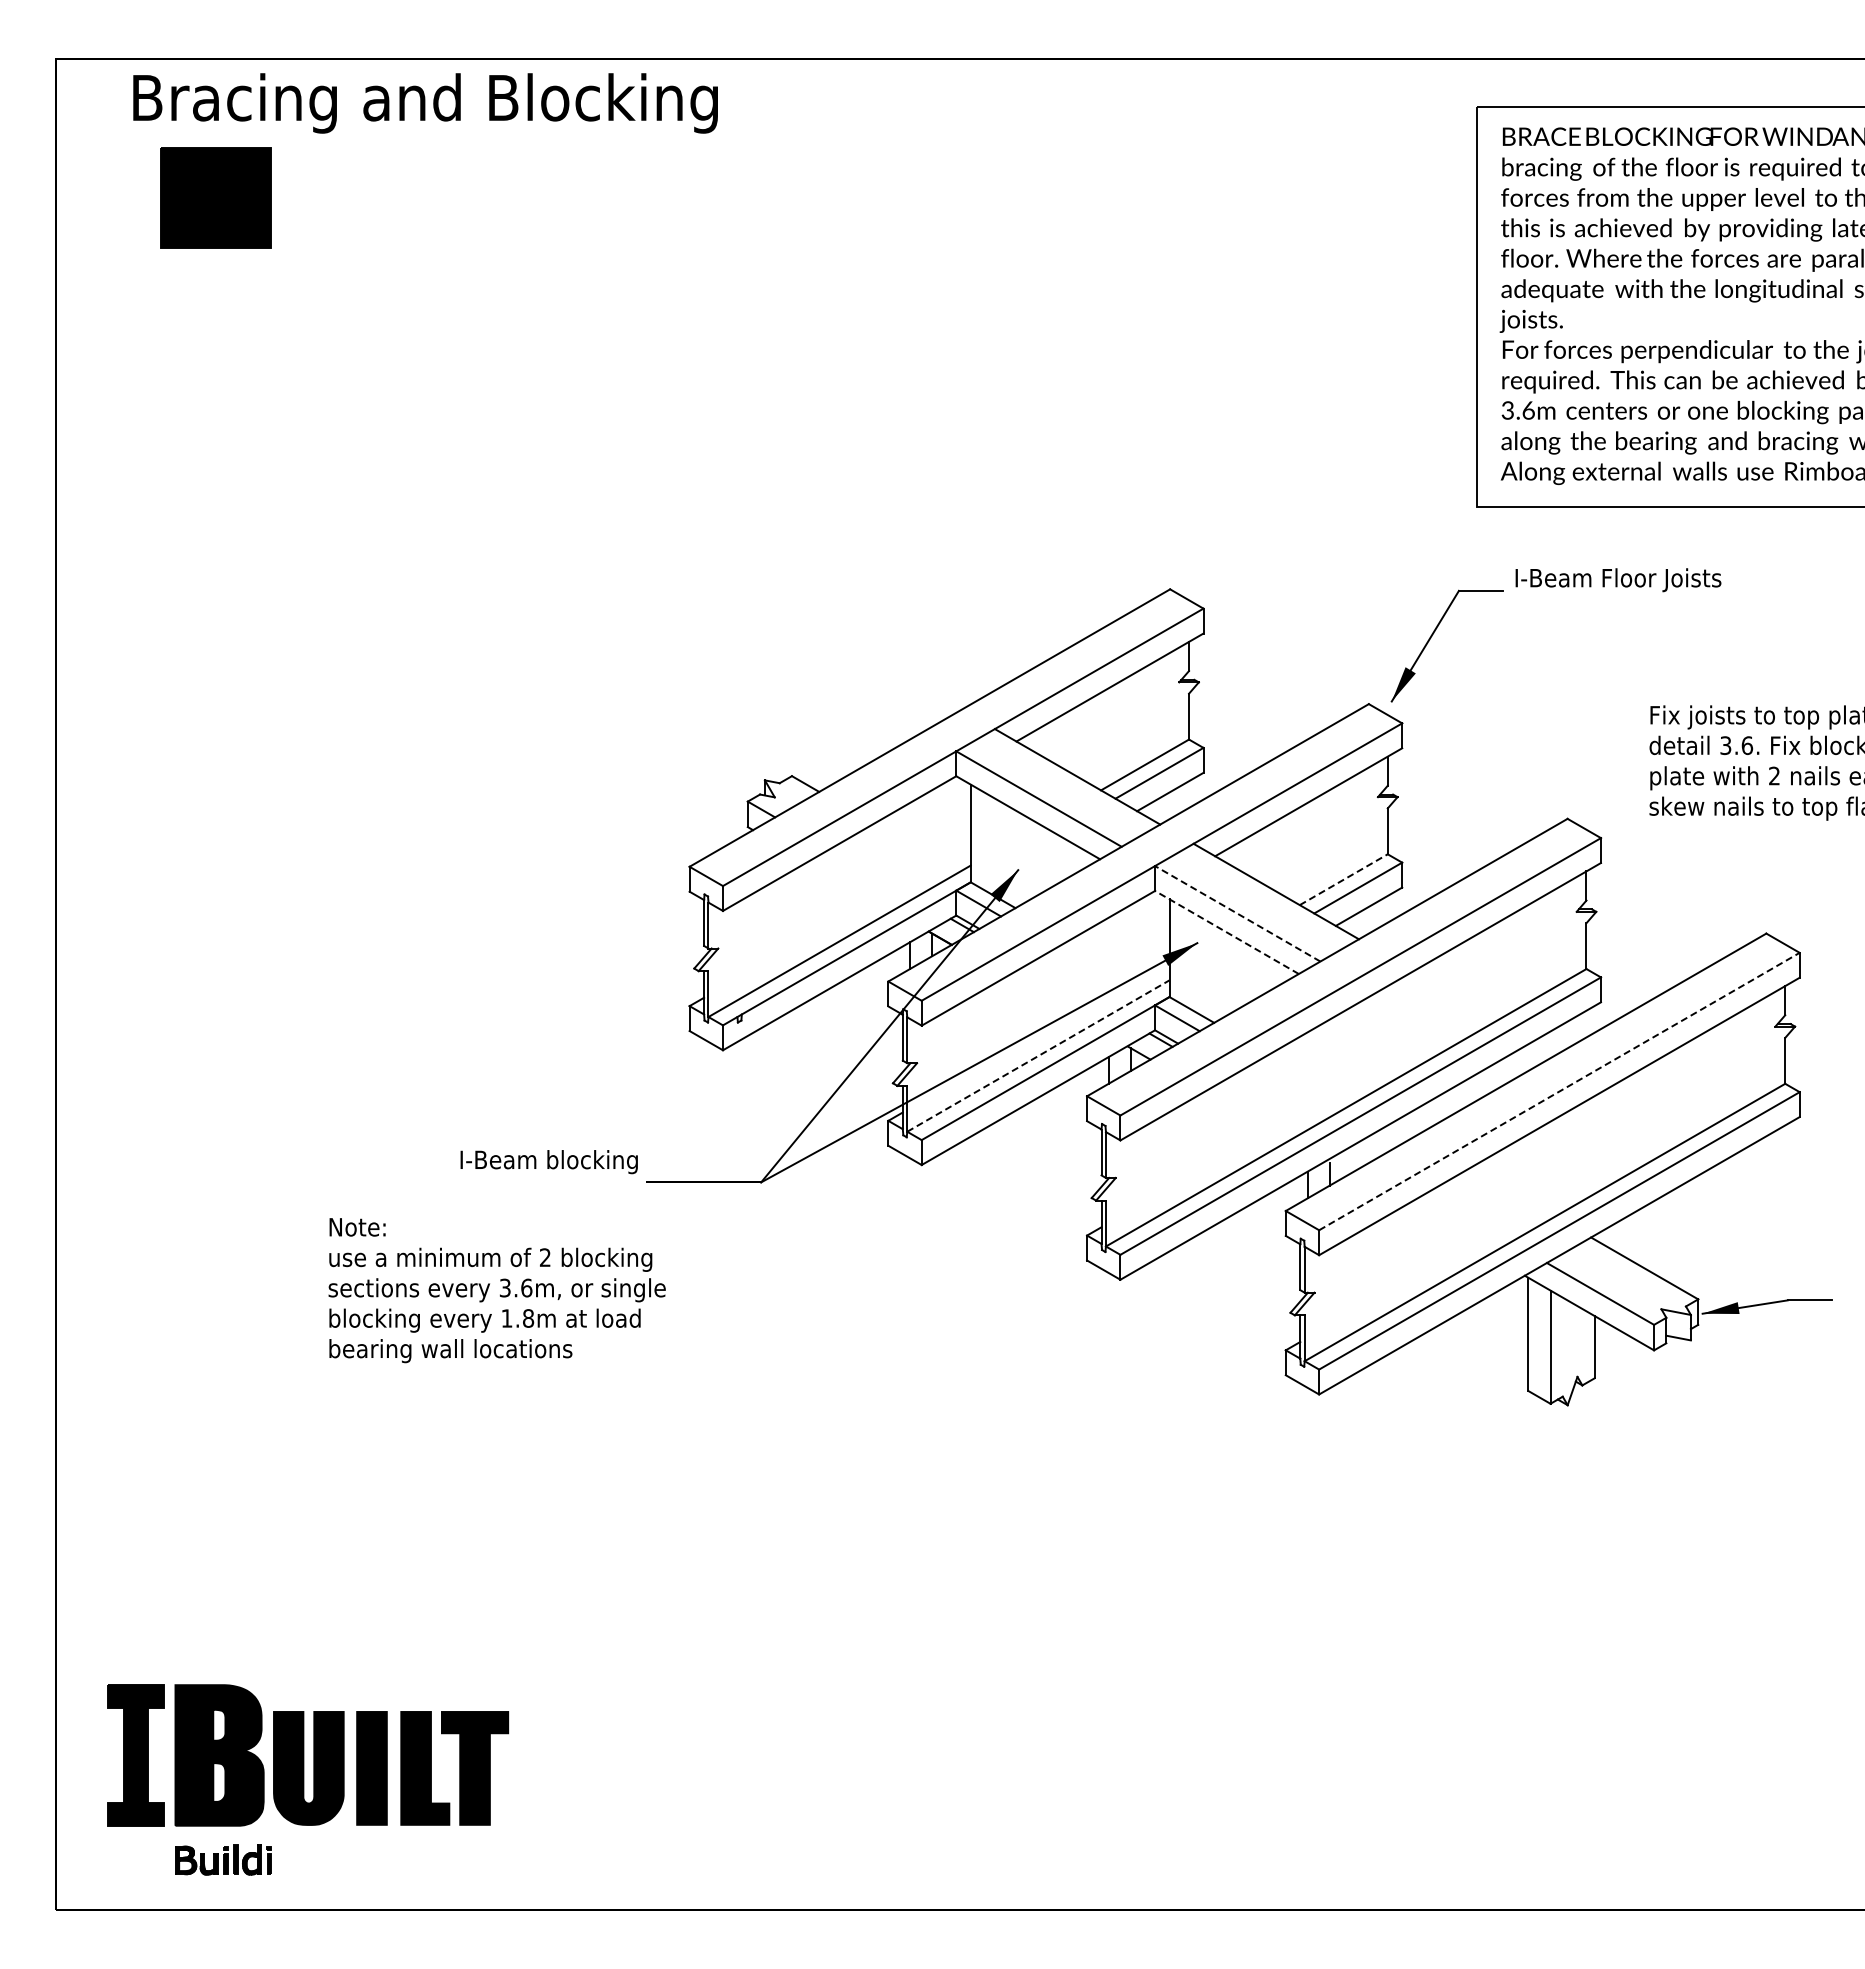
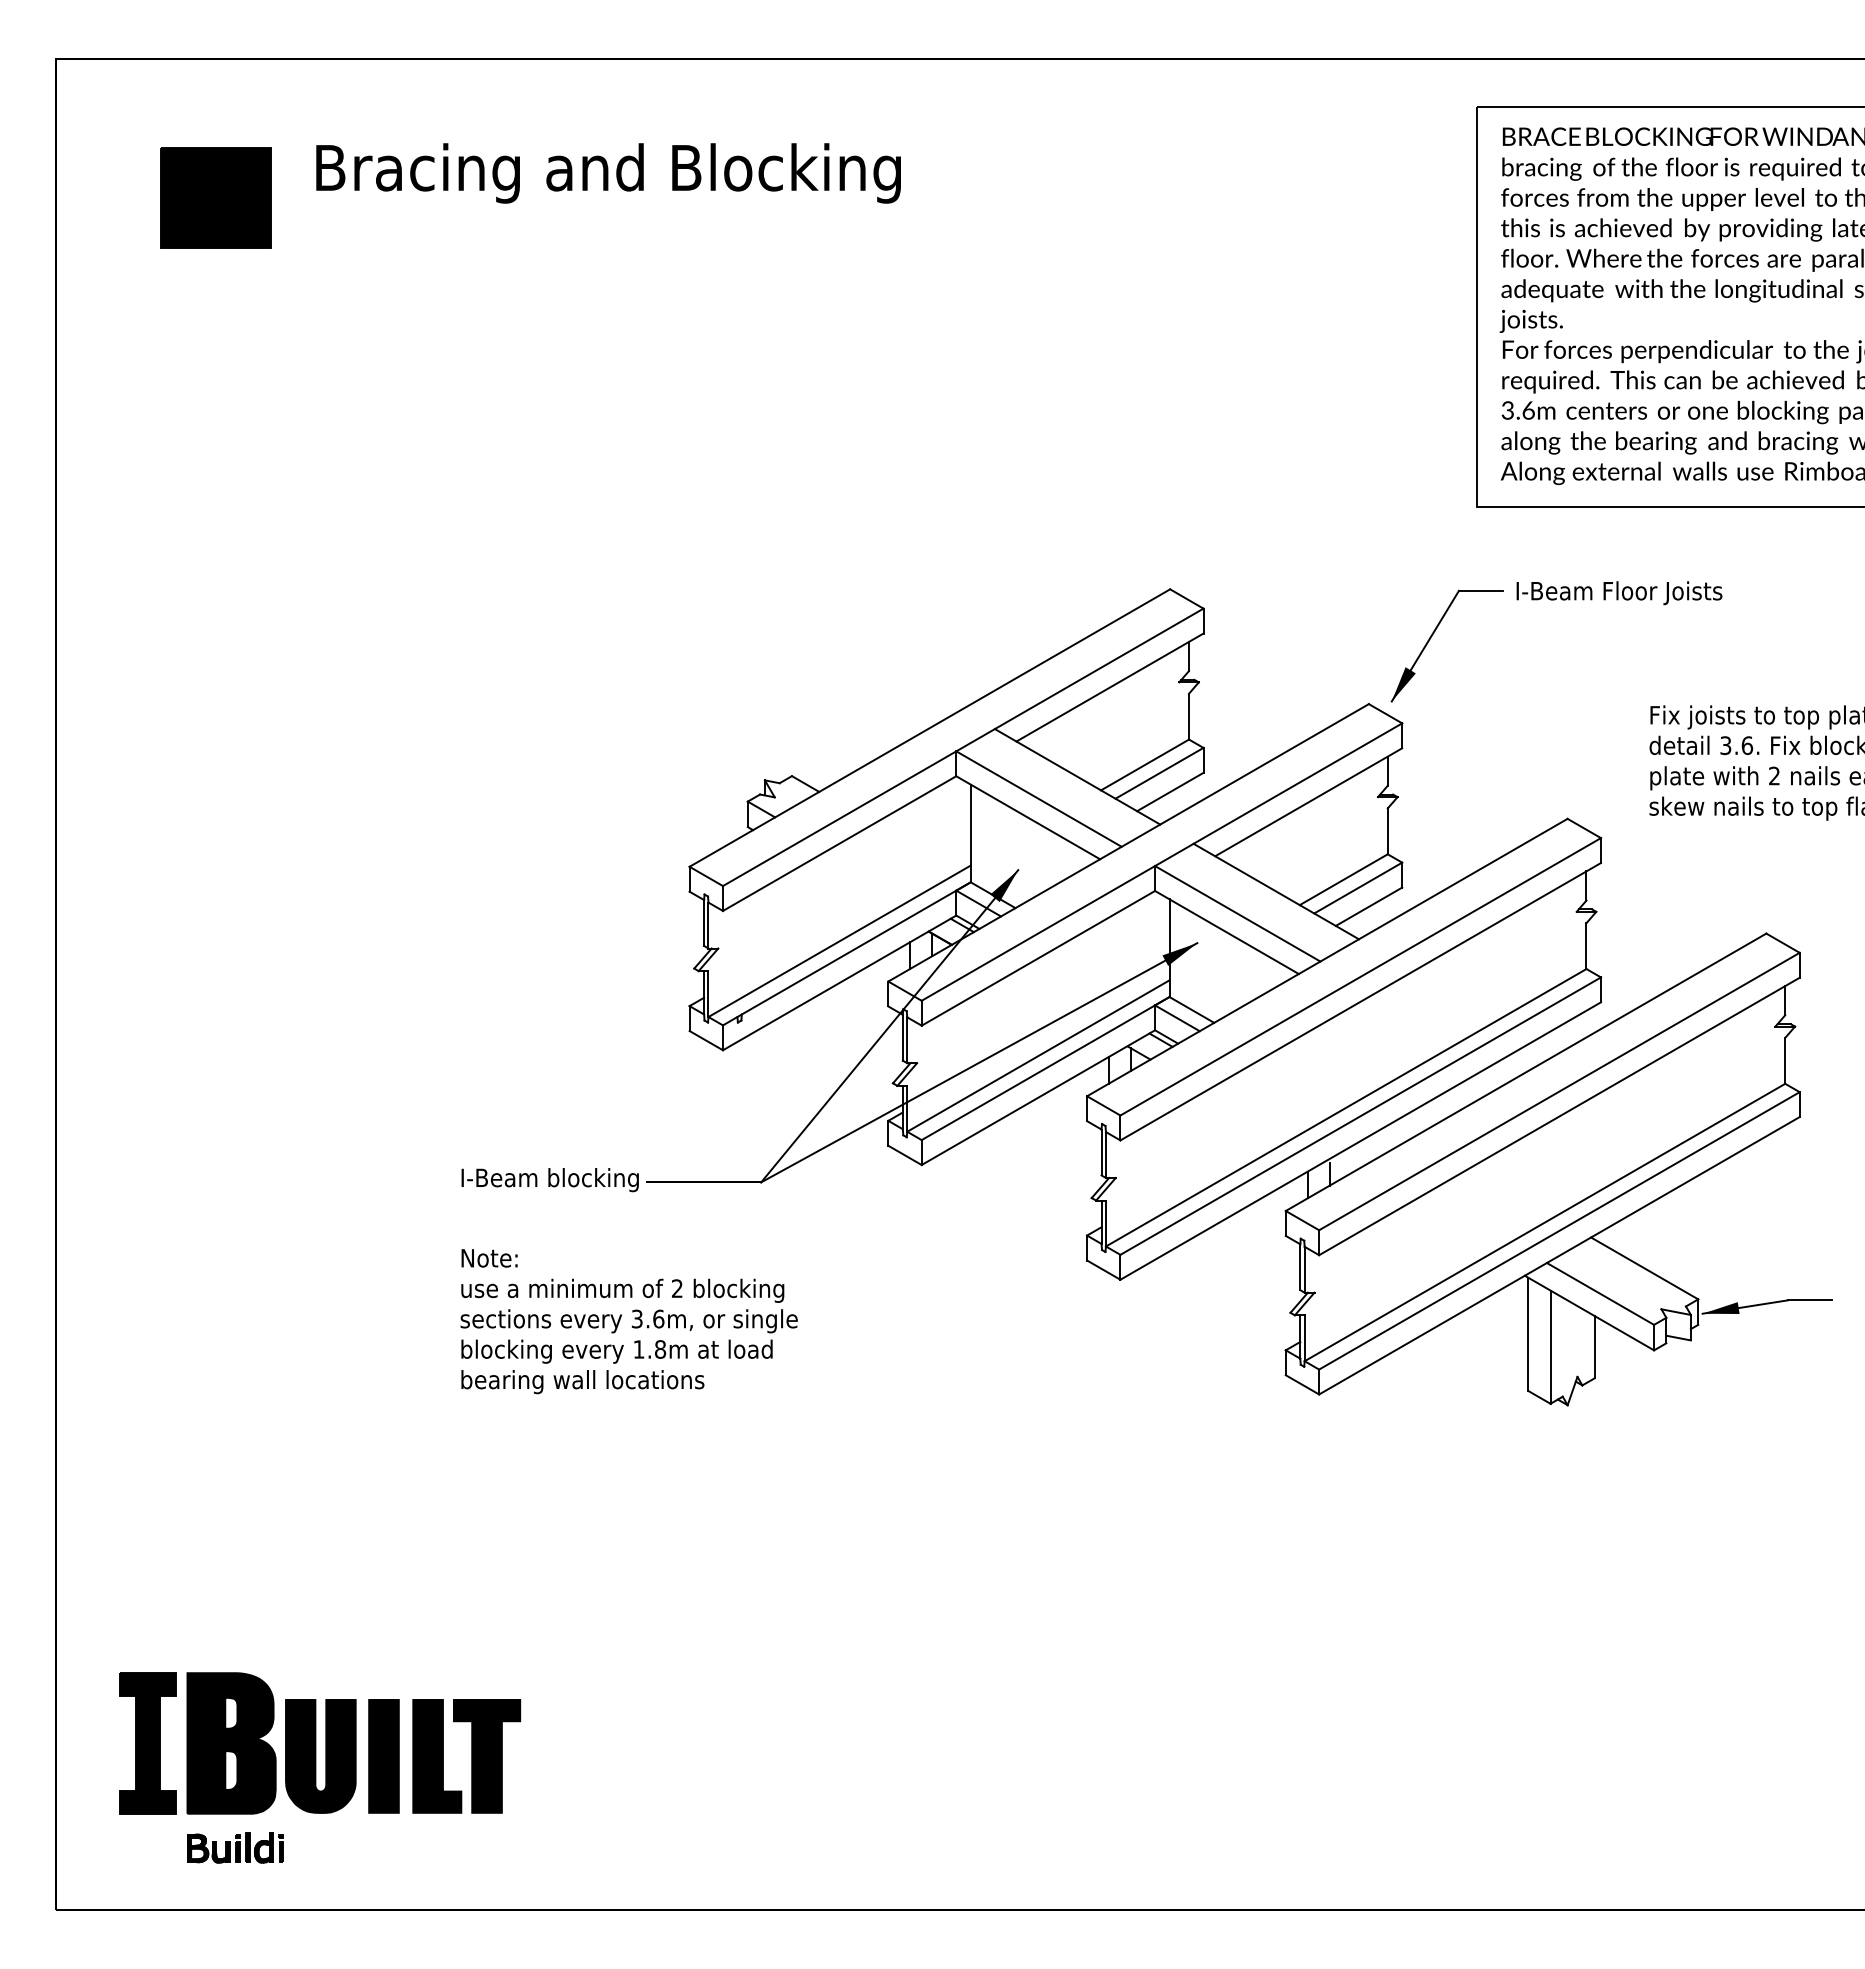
text at (425, 103) position: (425, 103) -> (608, 173)
text at (1618, 580) position: (1618, 580) -> (1619, 593)
line at (1343, 879): dashed -> solid
line at (1237, 913): dashed -> solid
line at (1226, 932): dashed -> solid
line at (1038, 1055): dashed -> solid
line at (1559, 1091): dashed -> solid
text at (548, 1162) position: (548, 1162) -> (549, 1180)
text at (496, 1290) position: (496, 1290) -> (628, 1321)
part at (308, 1779) position: (308, 1779) -> (320, 1767)
